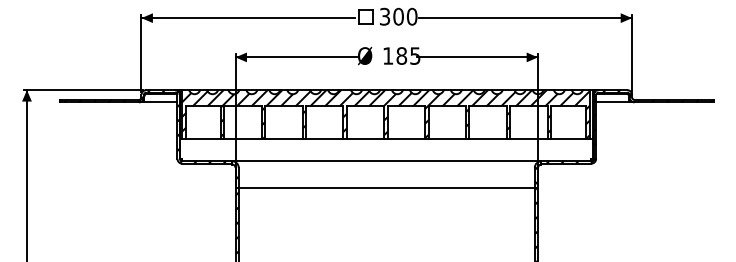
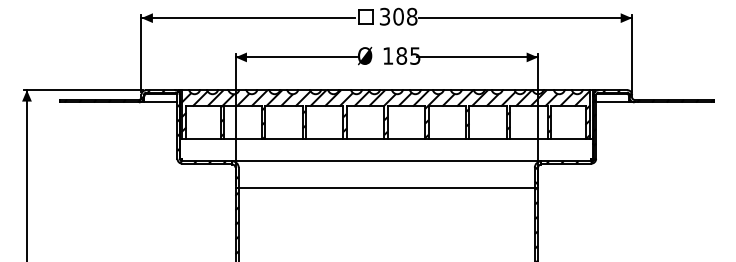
text at (411, 16): 300 -> 308
